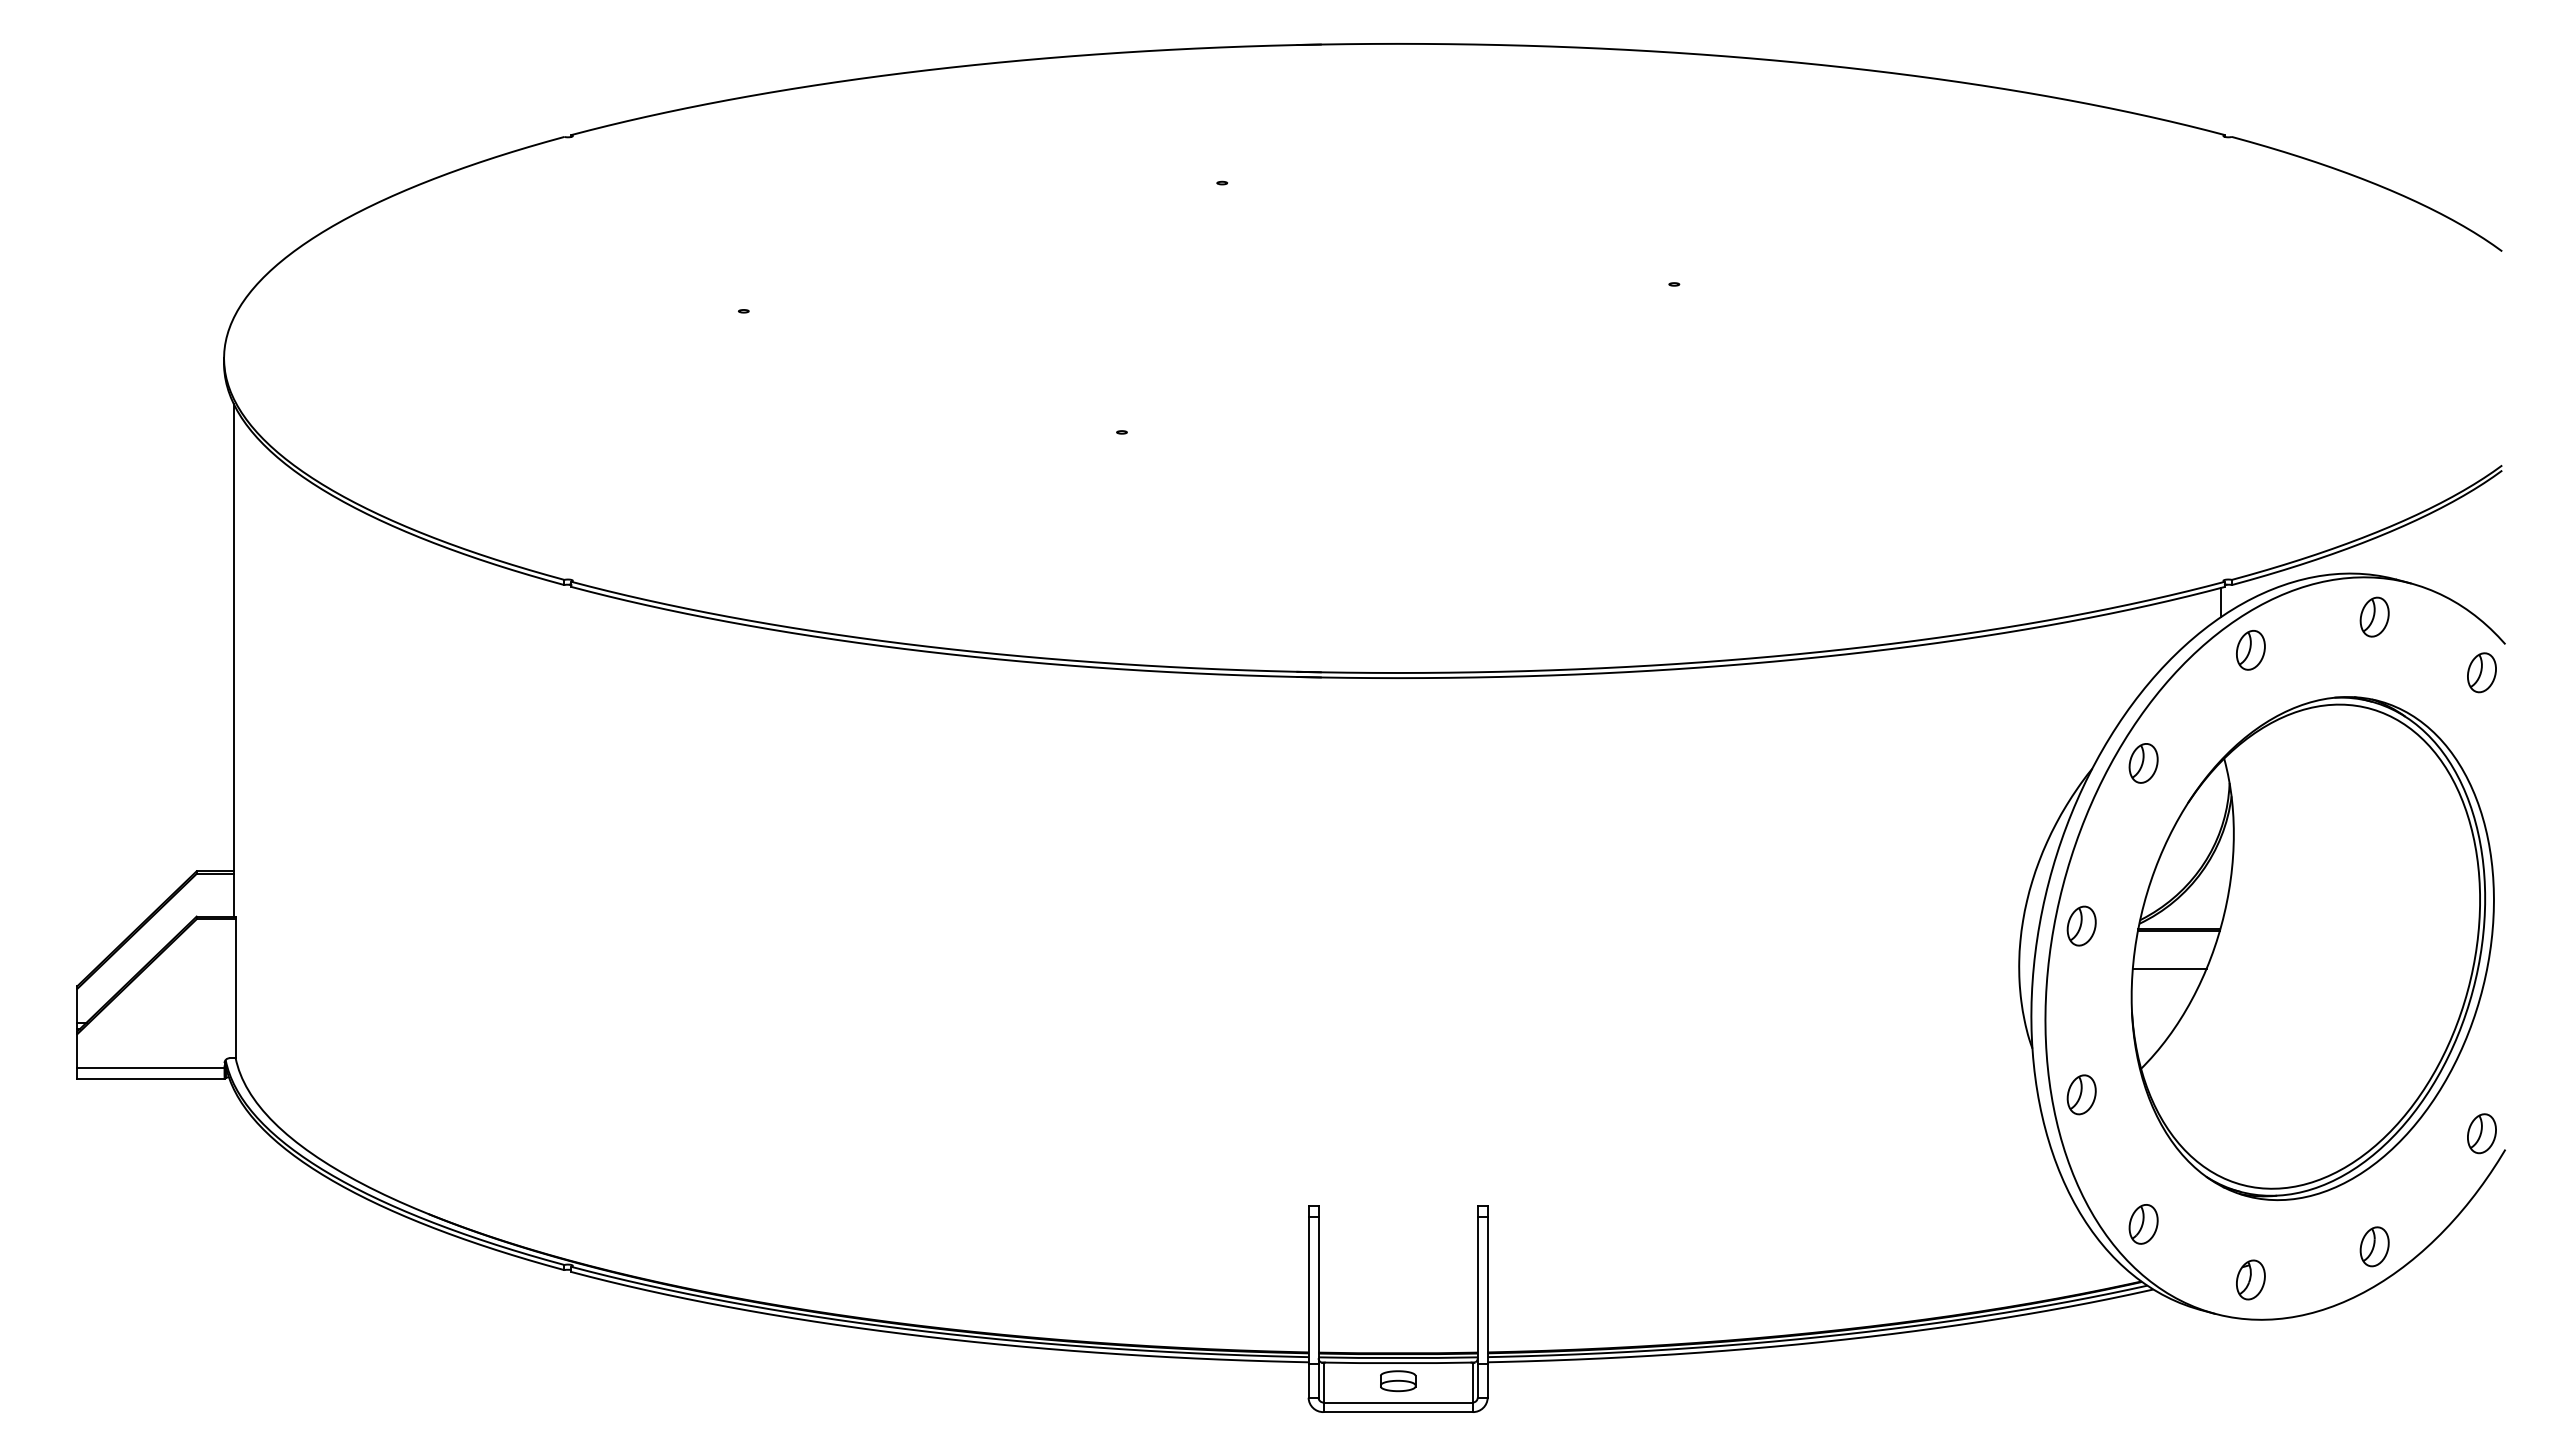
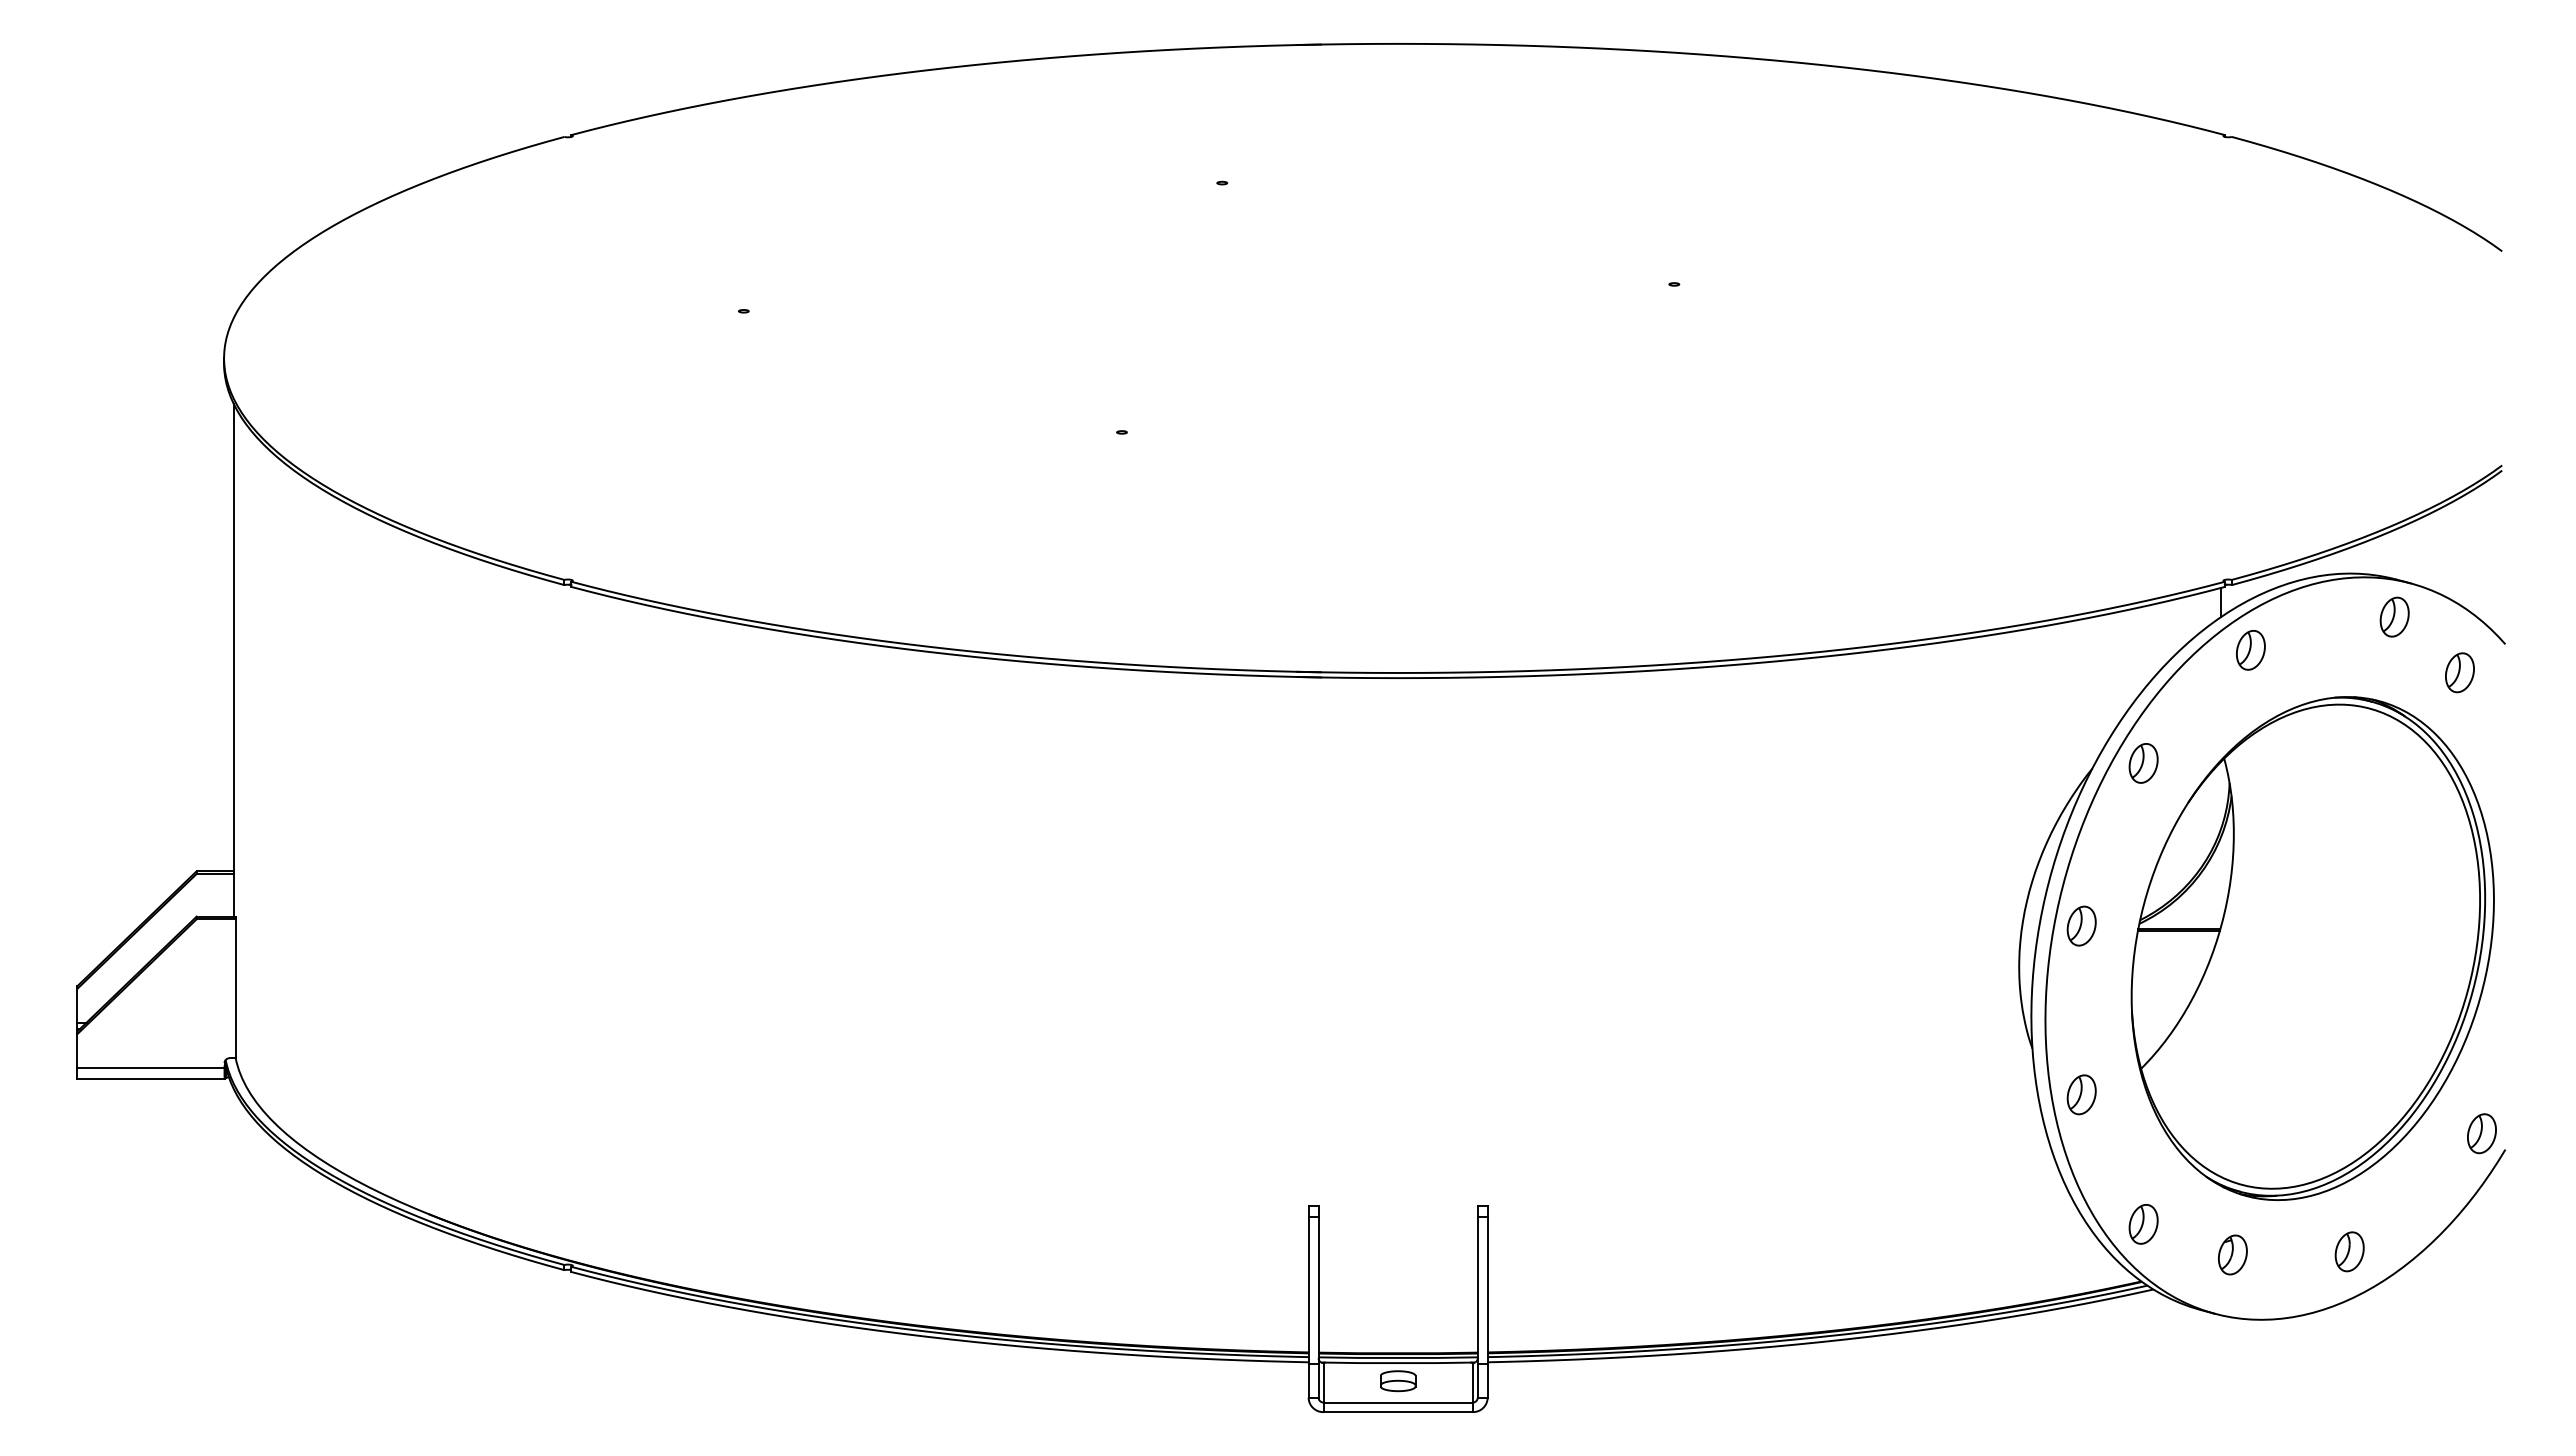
part at (2374, 616) position: (2374, 616) -> (2394, 616)
part at (2481, 672) position: (2481, 672) -> (2459, 672)
line at (2169, 968): present -> none
part at (2374, 1246) position: (2374, 1246) -> (2349, 1251)
part at (2250, 1279) position: (2250, 1279) -> (2232, 1254)
